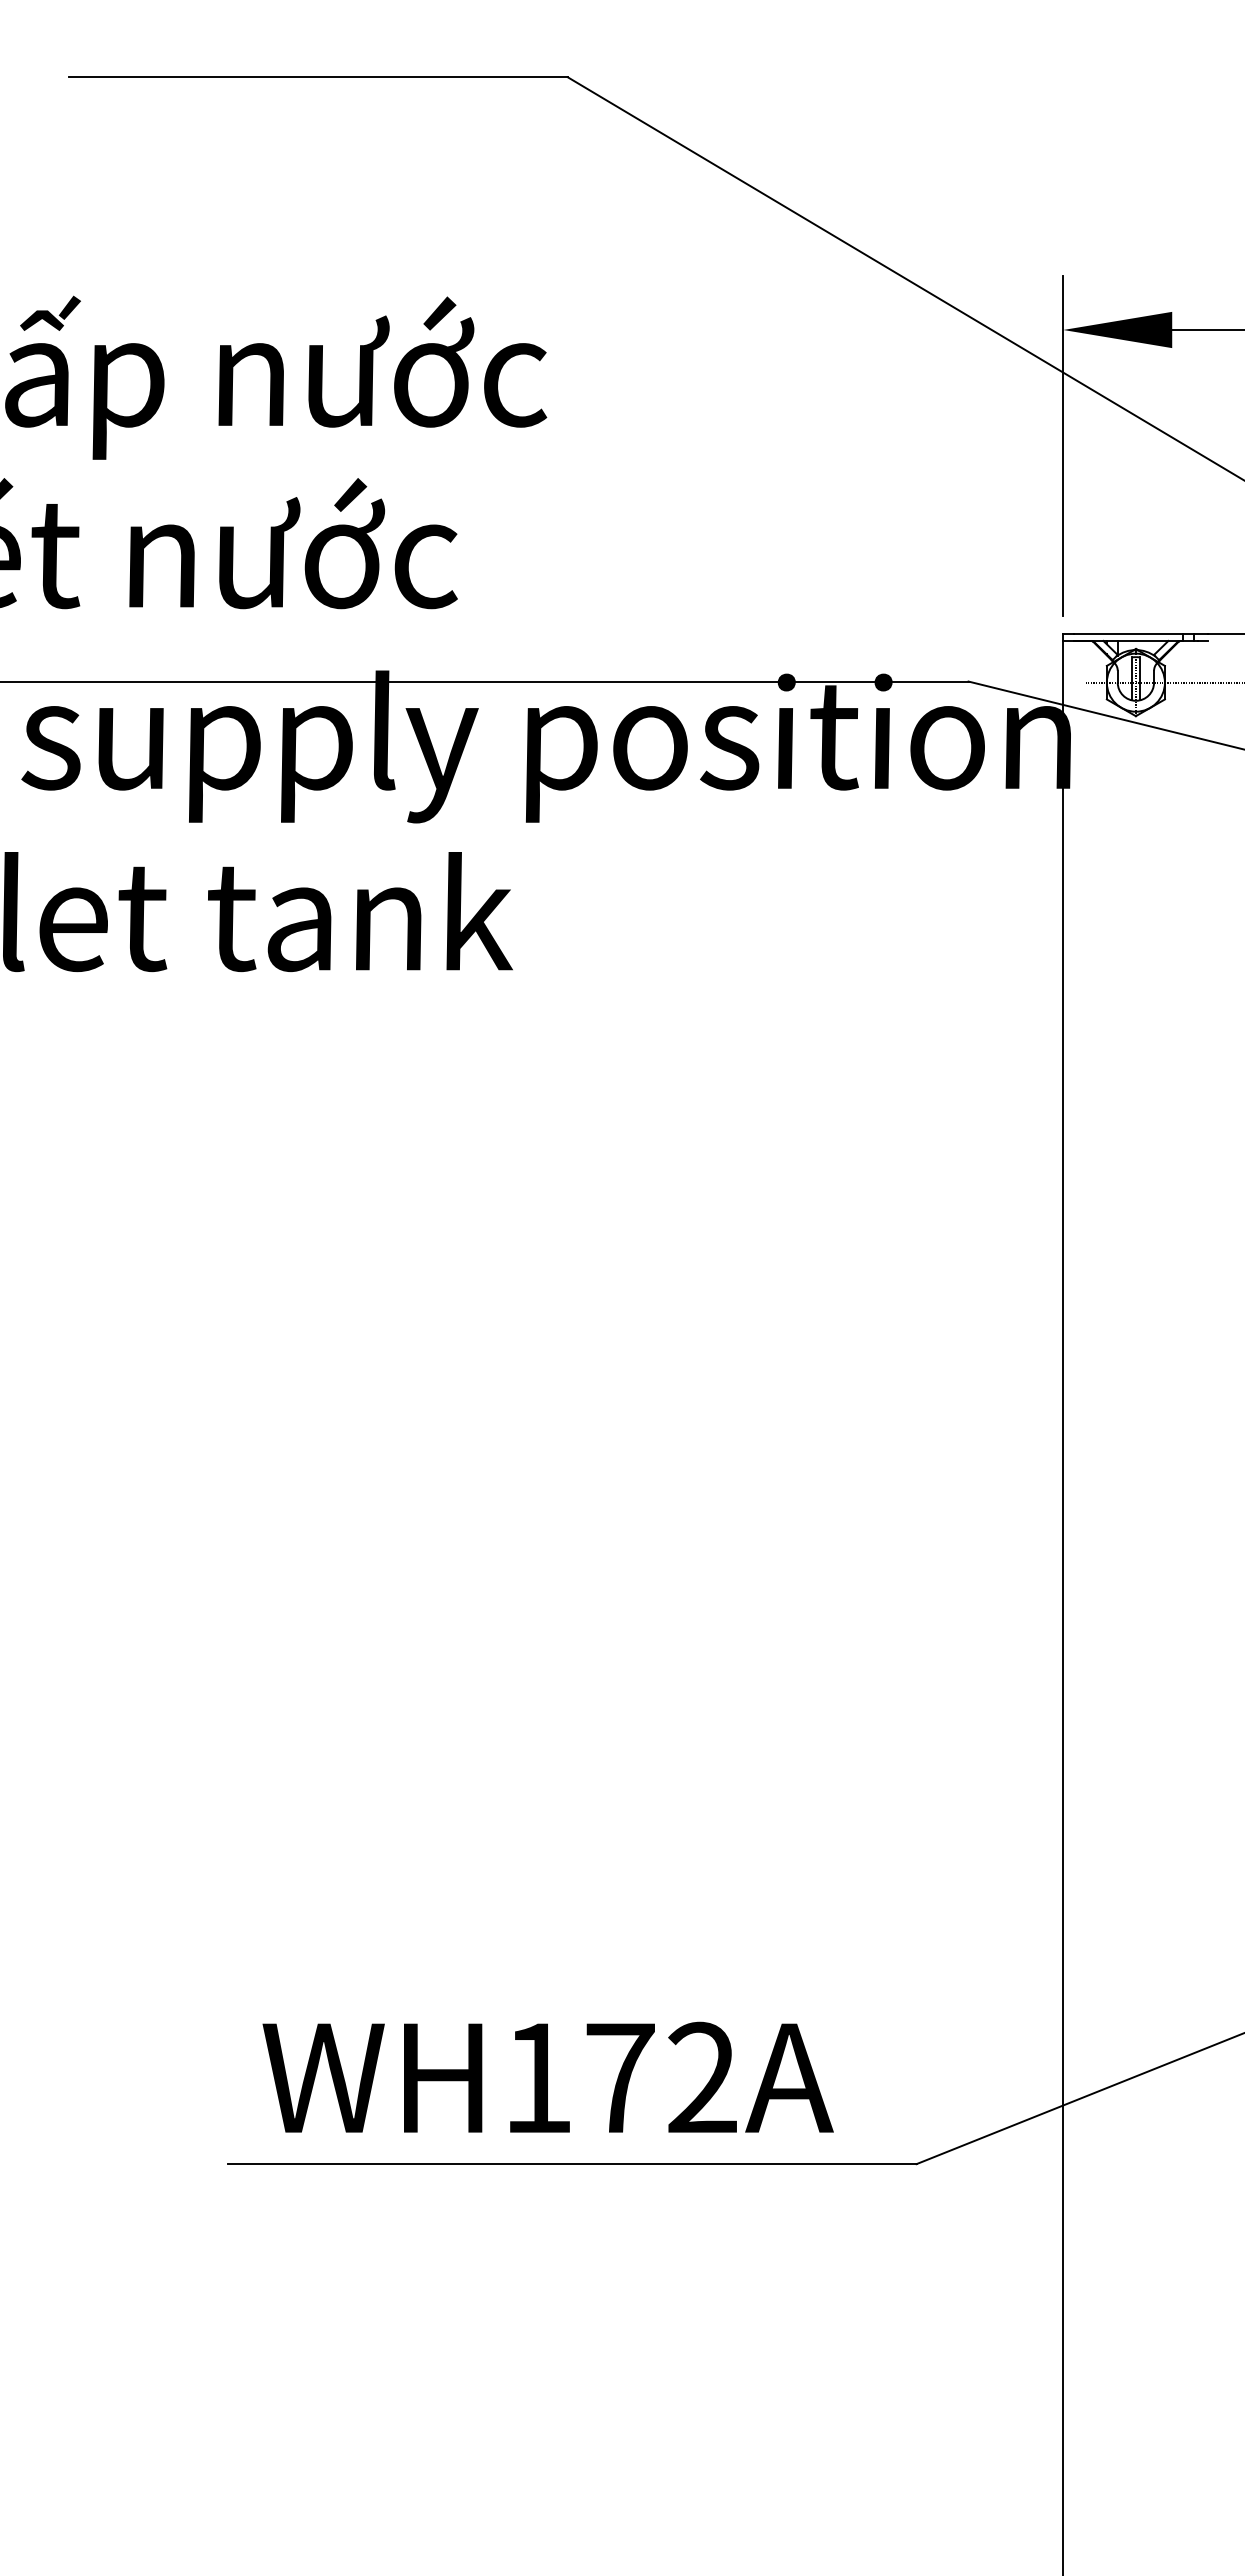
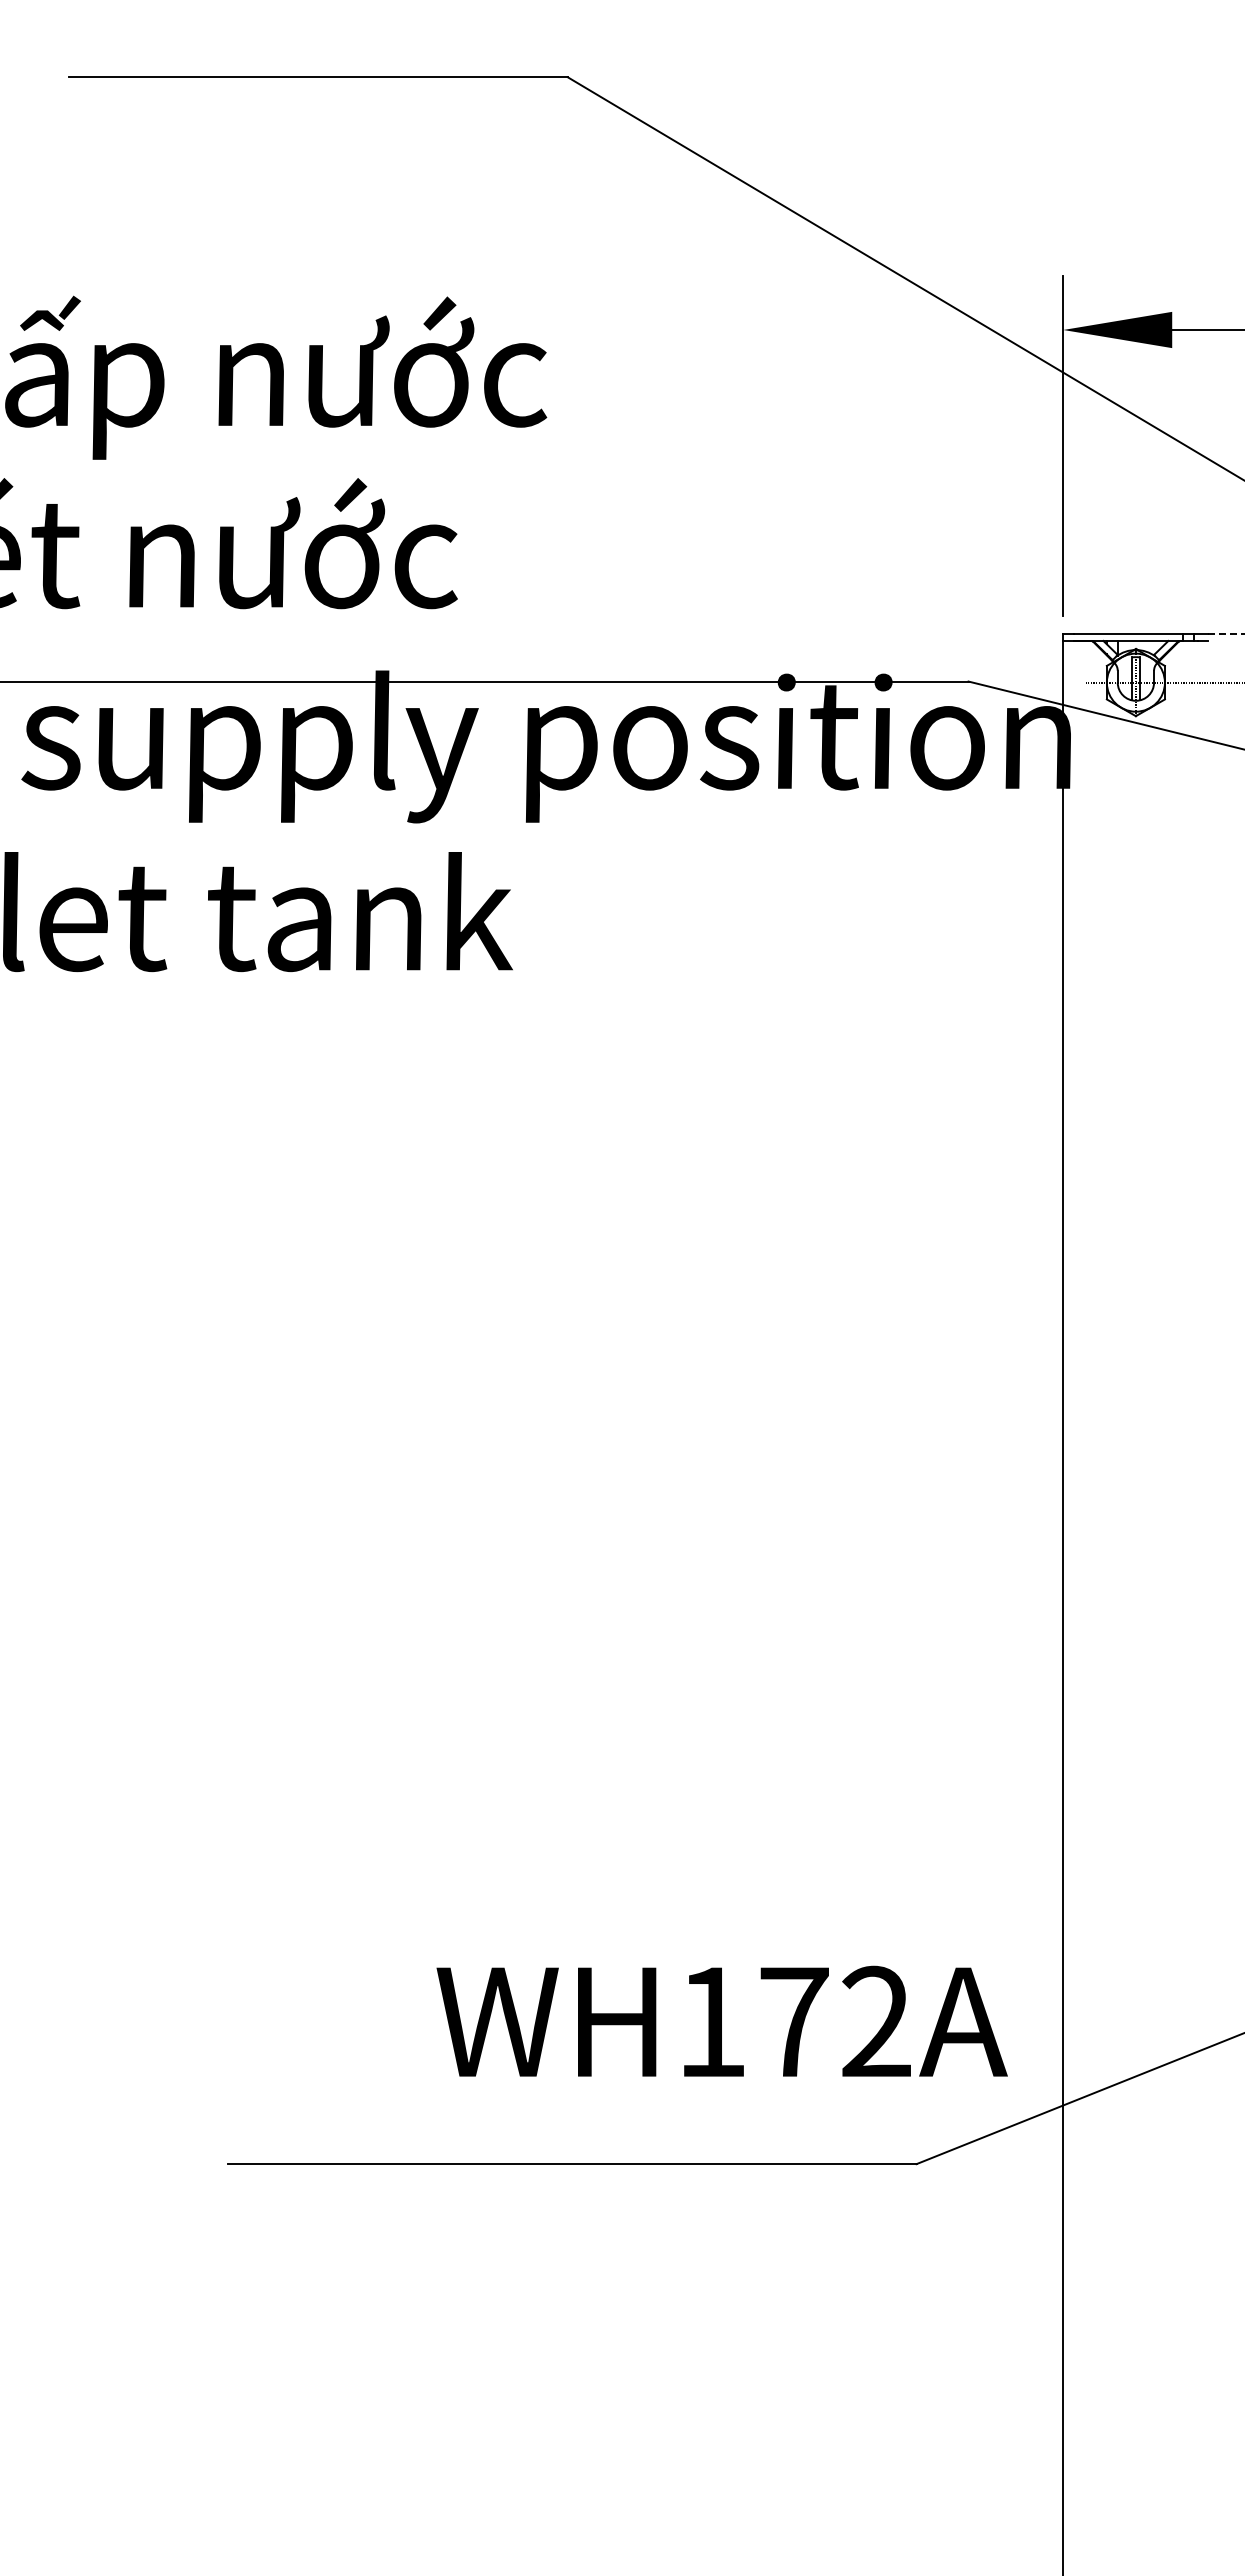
line at (1226, 633): solid -> dashed
text at (547, 2076) position: (547, 2076) -> (721, 2020)
